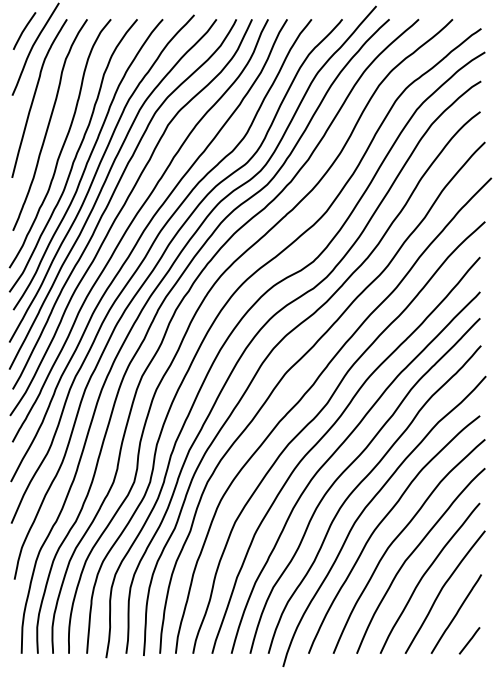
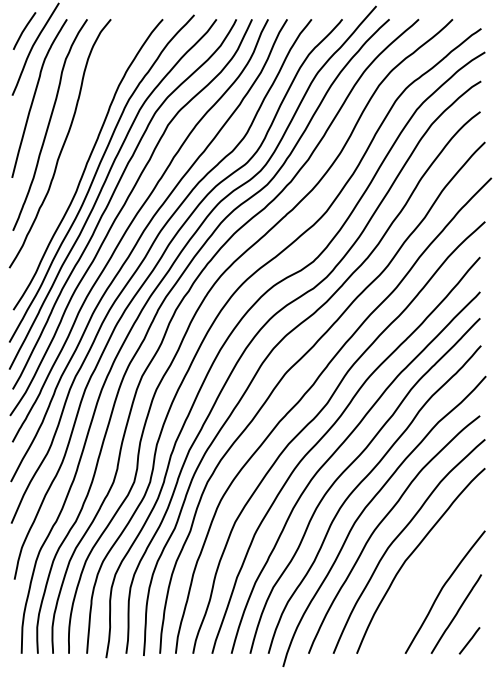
curve at (74, 157): present -> none
curve at (426, 573): present -> none
